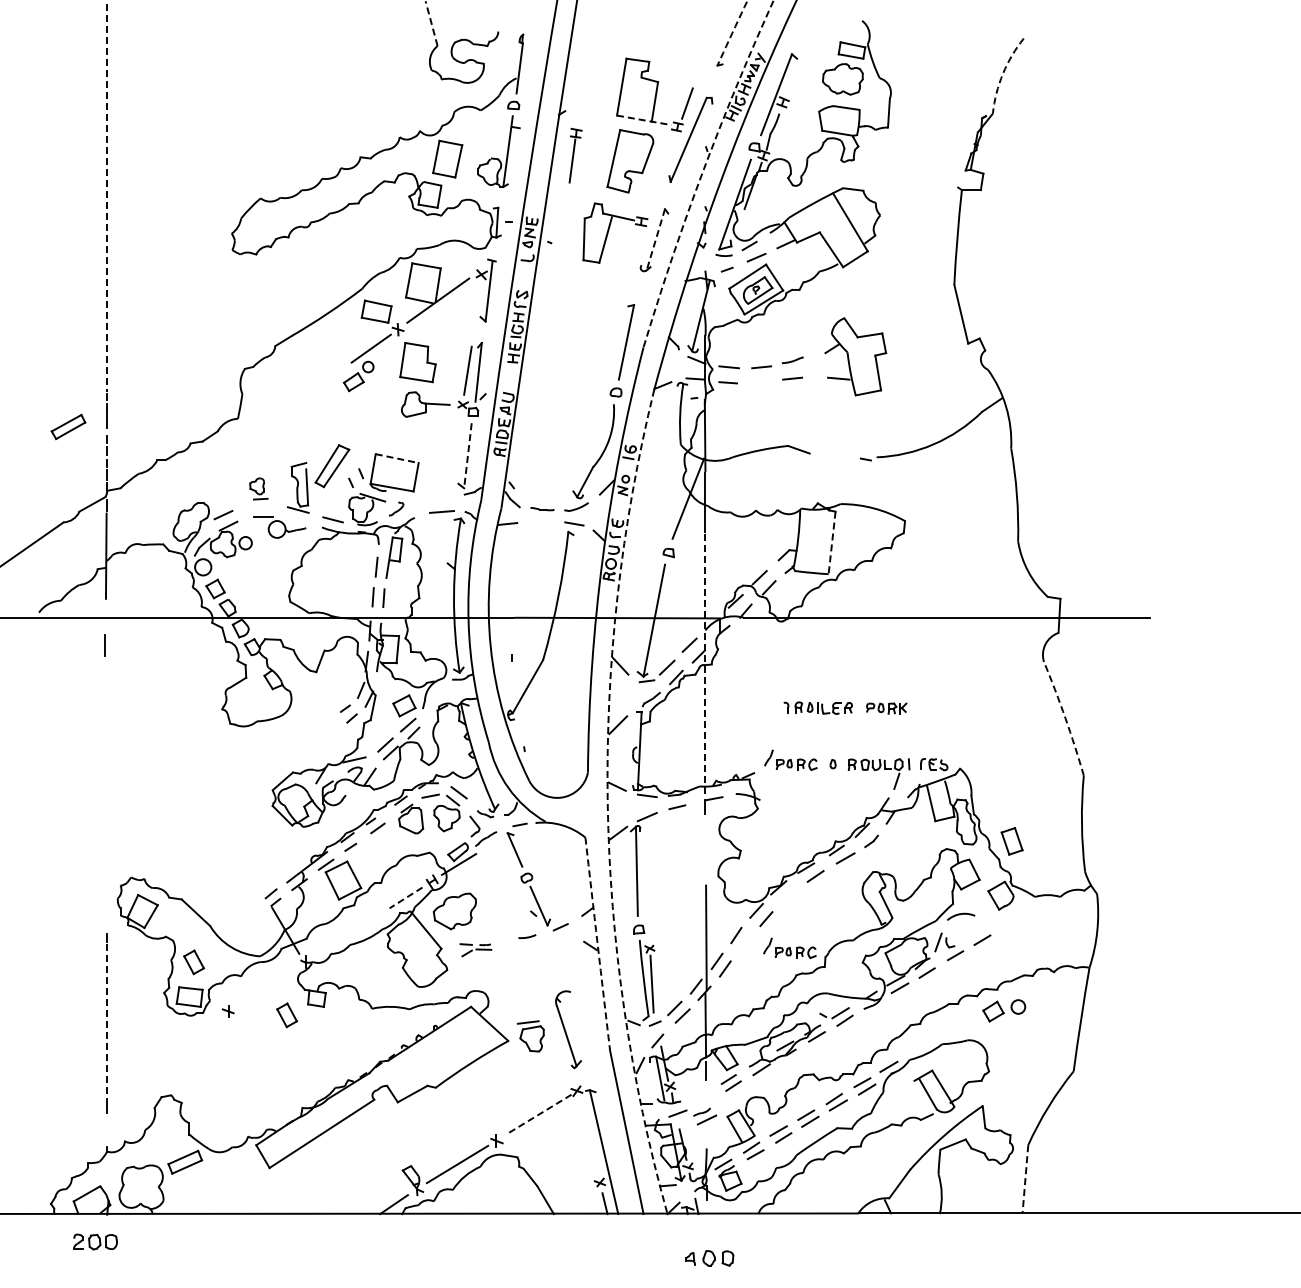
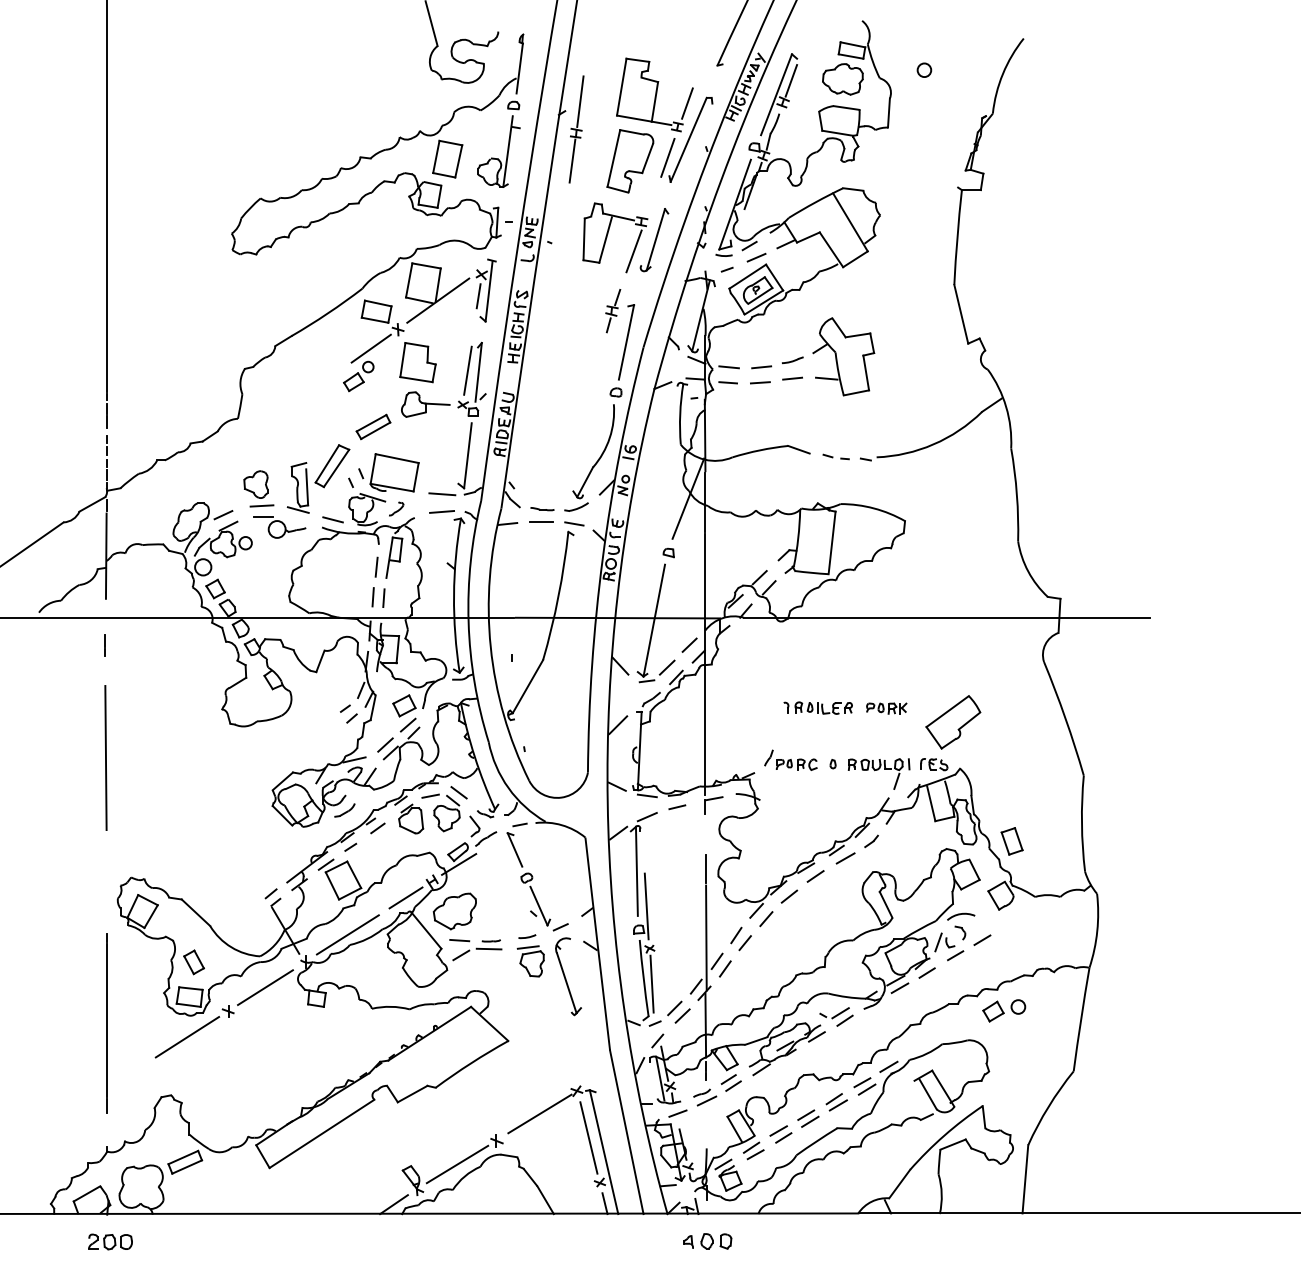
line at (431, 23): dashed -> solid
arc at (732, 33): dashed -> solid
circle at (924, 69): none -> present
arc at (1002, 73): dashed -> solid
line at (791, 80): none -> present
line at (580, 101): none -> present
line at (644, 120): dashed -> solid
line at (667, 157): none -> present
arc at (703, 171): dashed -> solid
line at (106, 195): dashed -> solid
line at (655, 239): dashed -> solid
line at (633, 251): none -> present
line at (478, 296): none -> present
part at (613, 311): none -> present
part at (855, 356) position: (855, 356) -> (843, 356)
line at (760, 382): none -> present
part at (68, 426) position: (68, 426) -> (373, 426)
line at (467, 455): dashed -> solid
part at (835, 456): none -> present
line at (397, 458): dashed -> solid
part at (258, 488) size: 20x24 px -> 32x38 px
line at (442, 494): none -> present
line at (541, 521): none -> present
line at (832, 543): dashed -> solid
line at (705, 664): dashed -> solid
arc at (1065, 718): dashed -> solid
part at (953, 722): none -> present
line at (105, 758): none -> present
arc at (607, 802): dashed -> solid
part at (344, 810): none -> present
line at (706, 869): none -> present
line at (789, 896): none -> present
line at (405, 898): dashed -> solid
line at (646, 906): none -> present
part at (960, 932): none -> present
line at (347, 934): none -> present
line at (744, 943): none -> present
arc at (597, 944): dashed -> solid
part at (789, 947): present -> none
part at (475, 950) size: 34x15 px -> 54x23 px
line at (265, 987): none -> present
part at (286, 1015): present -> none
line at (107, 1021): dashed -> solid
part at (568, 1029) position: (568, 1029) -> (568, 976)
part at (530, 1036) position: (530, 1036) -> (530, 961)
line at (187, 1037): none -> present
line at (539, 1113): dashed -> solid
part at (705, 1116) position: (705, 1116) -> (705, 1097)
line at (588, 1137): none -> present
line at (1025, 1179): dashed -> solid
part at (95, 1241) position: (95, 1241) -> (110, 1241)
part at (709, 1258) position: (709, 1258) -> (707, 1241)
